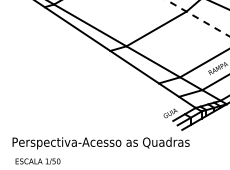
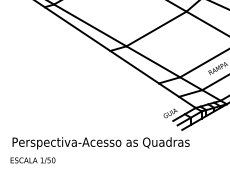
line at (198, 18): dashed -> solid
text at (37, 161) position: (37, 161) -> (32, 160)
